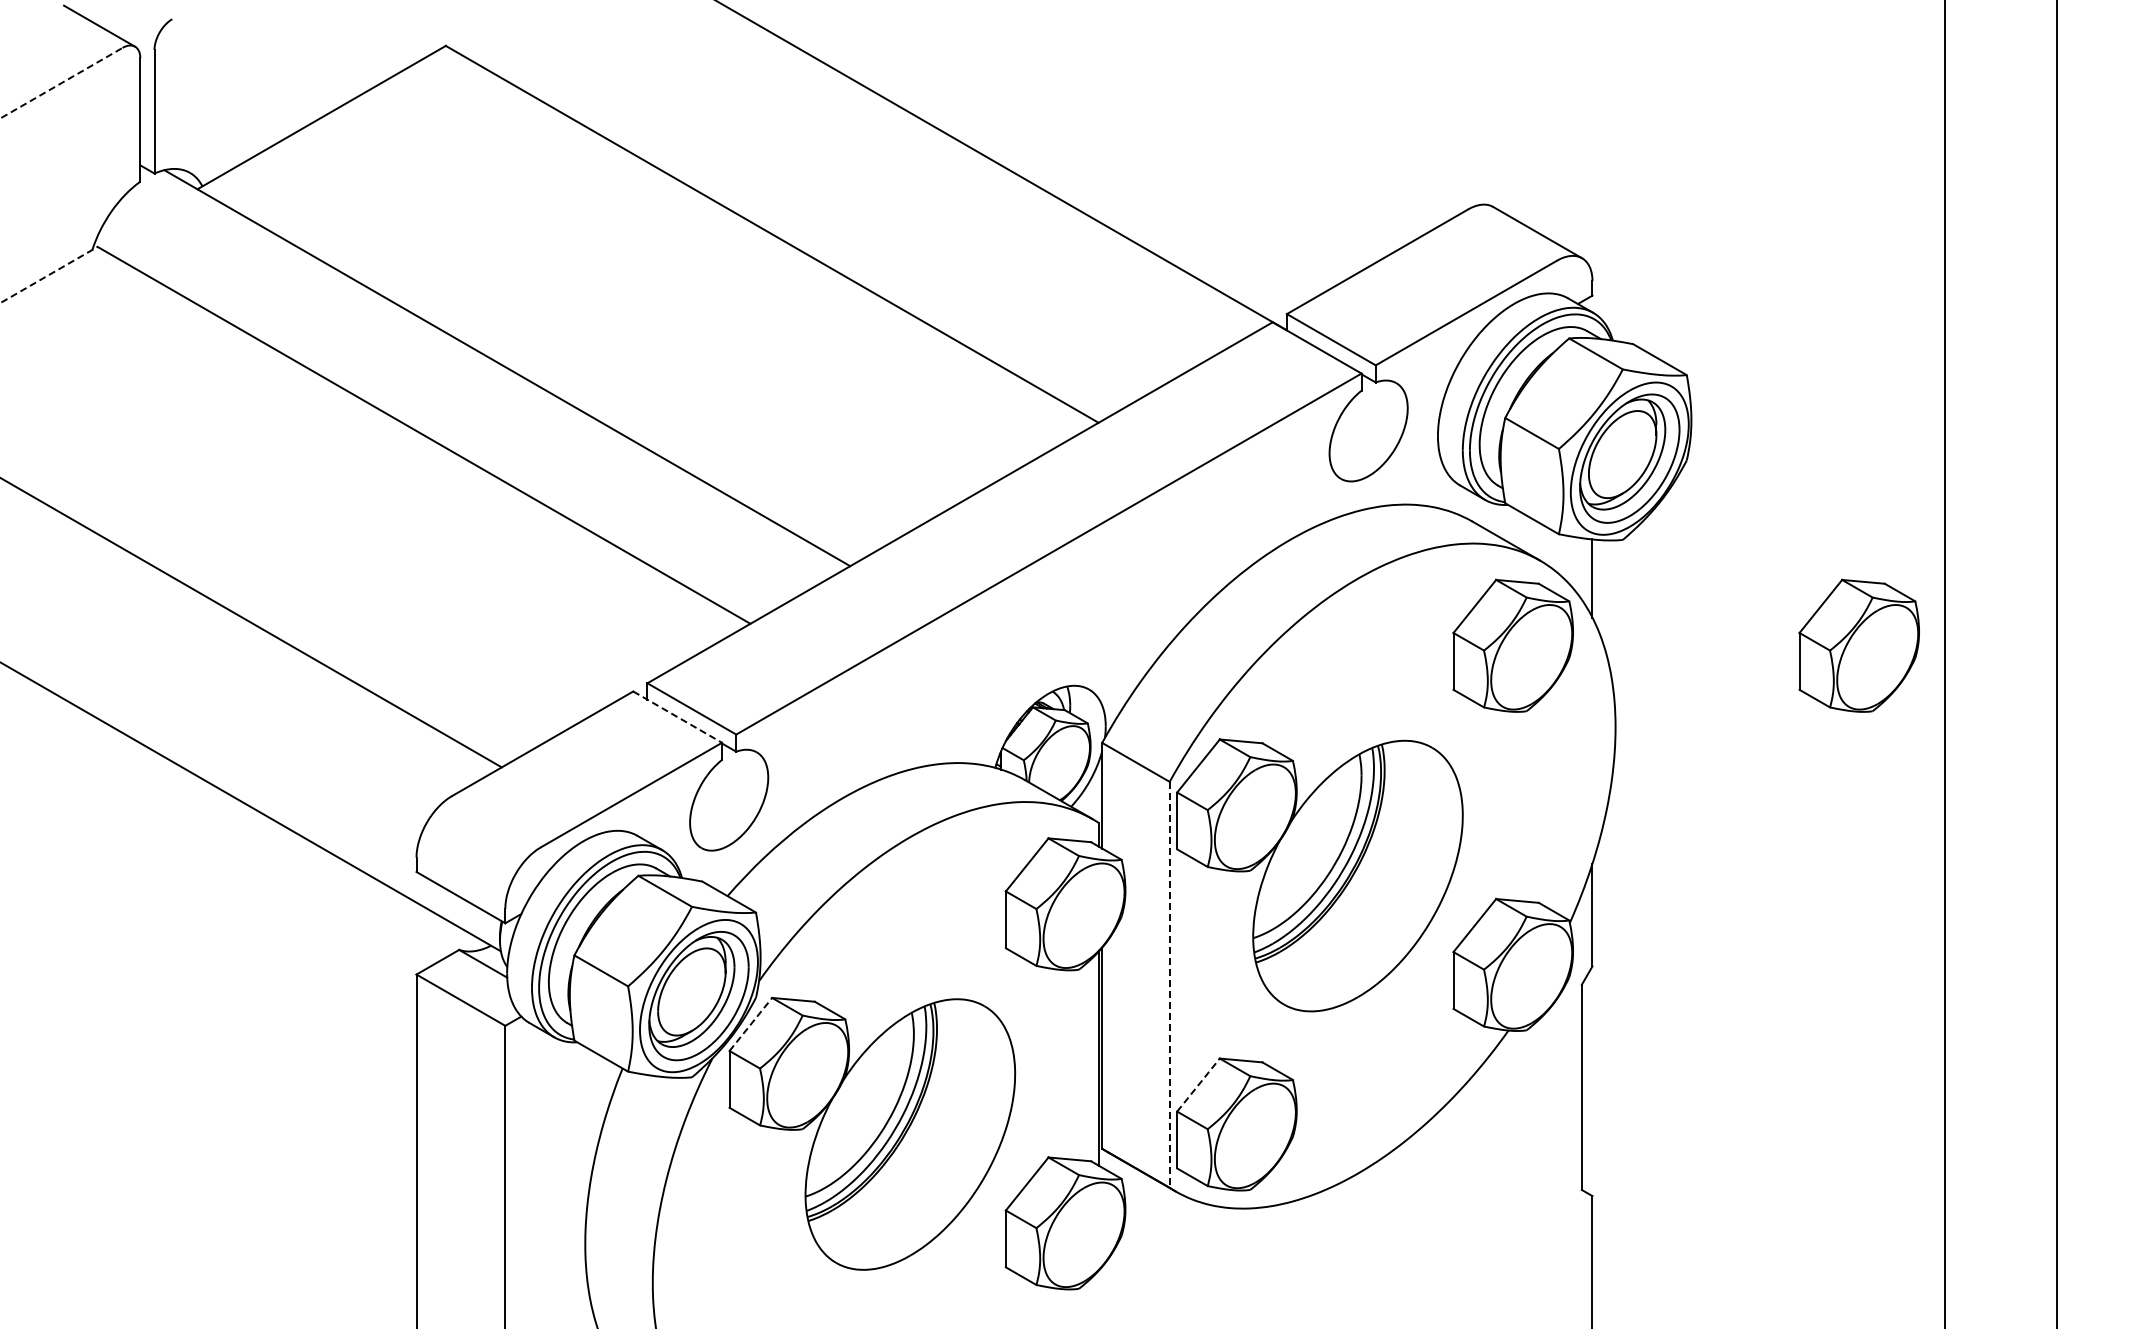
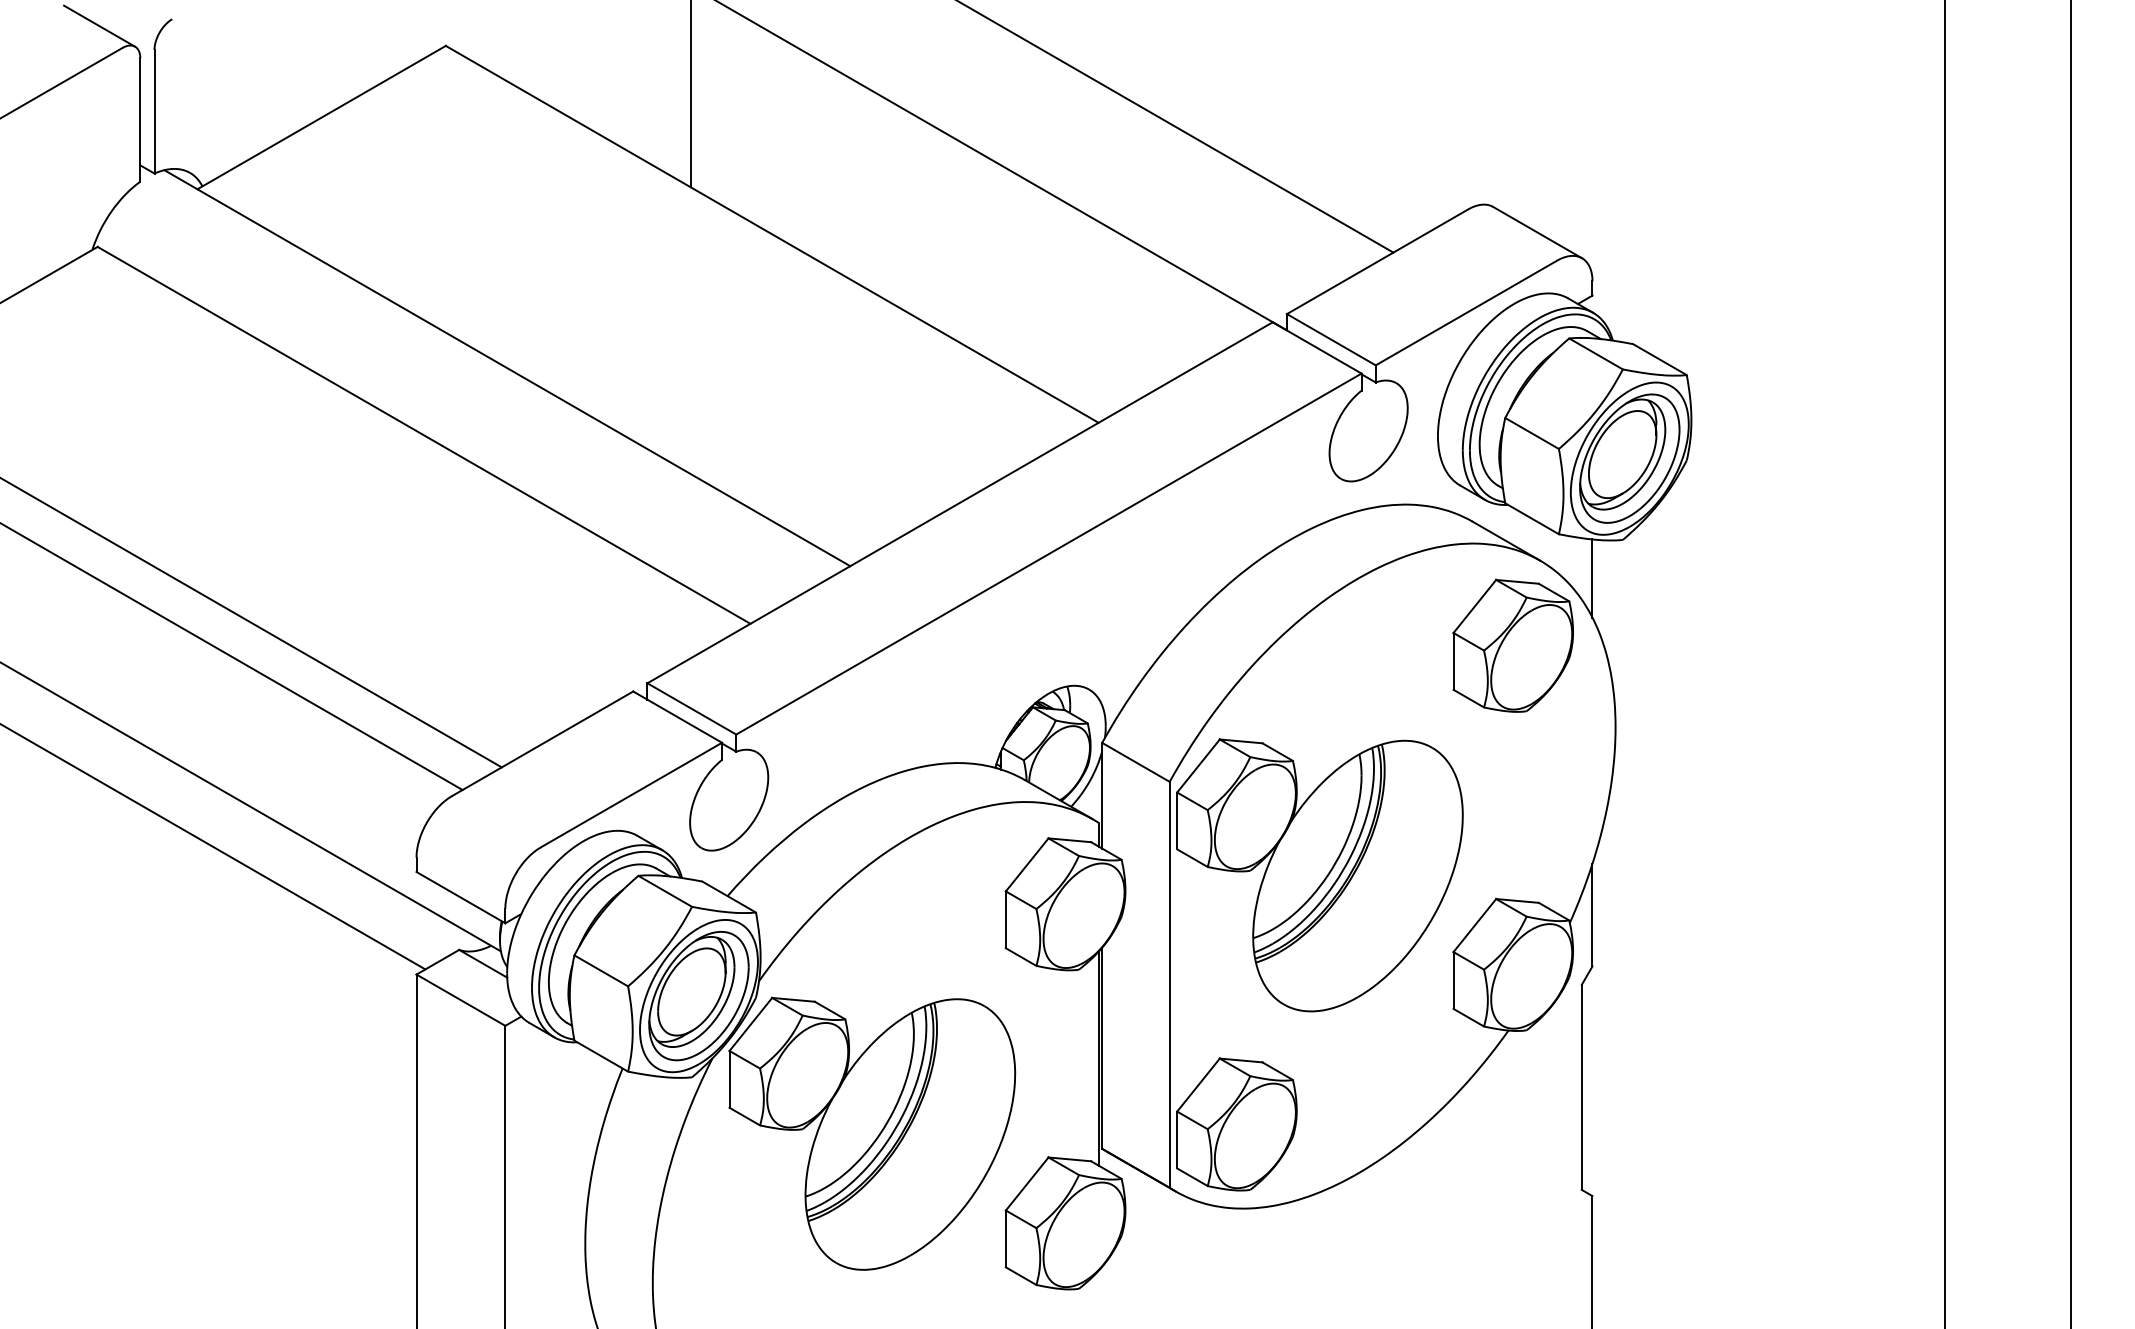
line at (61, 82): dashed -> solid
line at (690, 94): none -> present
line at (1176, 127): none -> present
line at (49, 274): dashed -> solid
part at (1858, 645): present -> none
line at (232, 657): none -> present
line at (2056, 663) position: (2056, 663) -> (2070, 663)
line at (678, 717): dashed -> solid
line at (213, 847): none -> present
line at (1169, 984): dashed -> solid
line at (751, 1024): dashed -> solid
line at (1198, 1084): dashed -> solid
